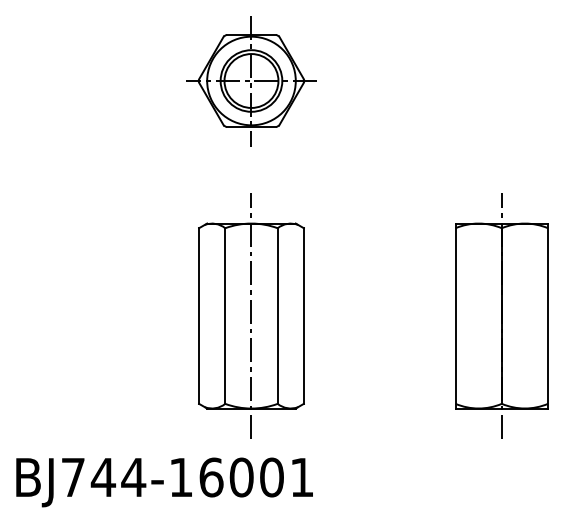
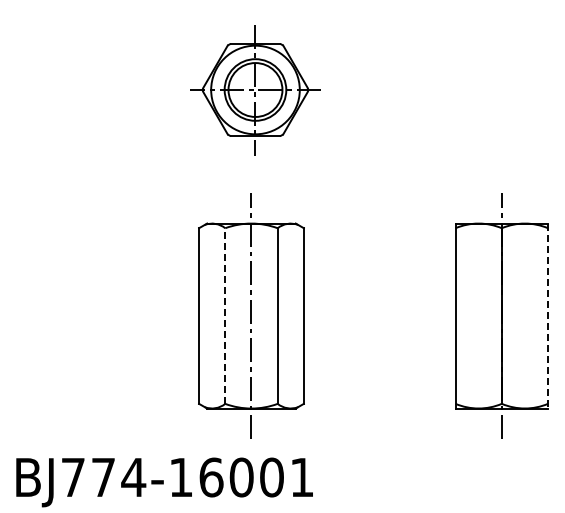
part at (251, 81) position: (251, 81) -> (255, 90)
line at (225, 316): solid -> dashed
line at (548, 316): solid -> dashed
text at (103, 477): BJ744-16001 -> BJ774-16001
